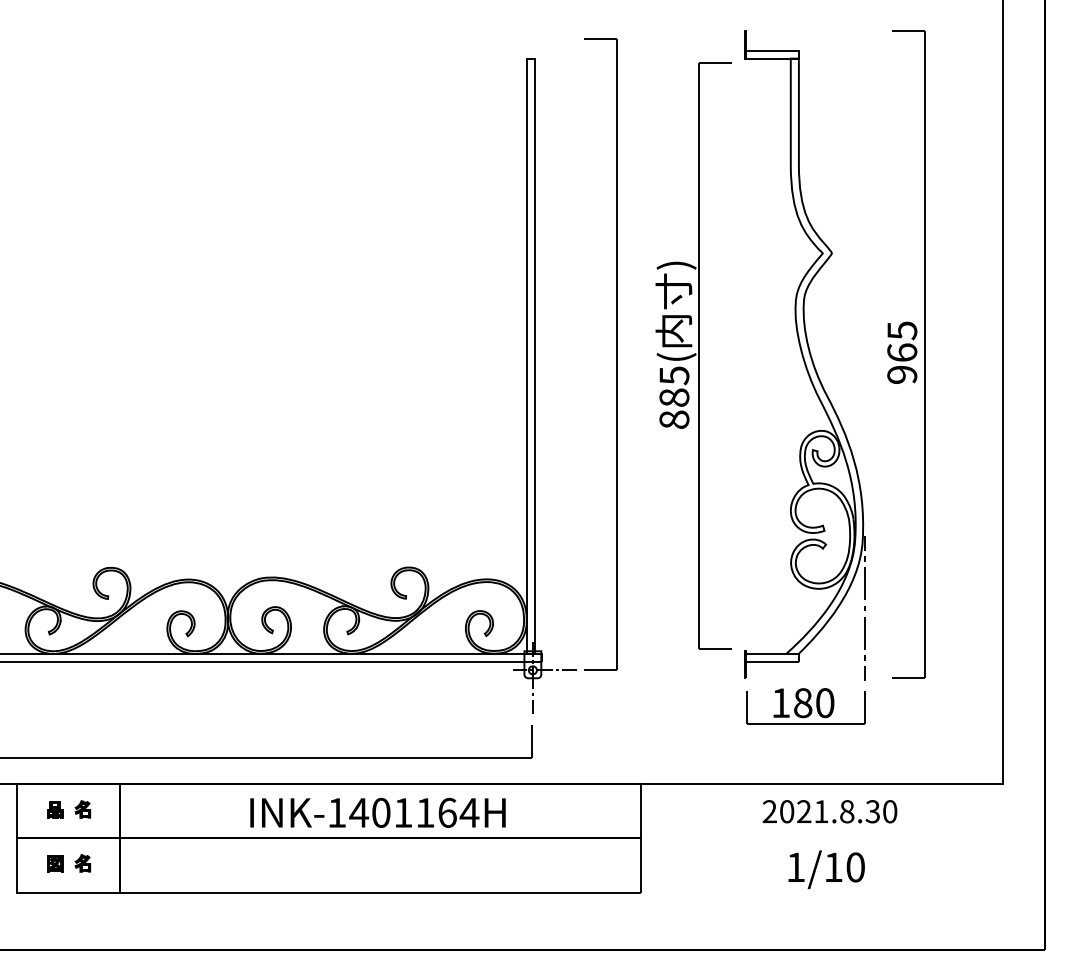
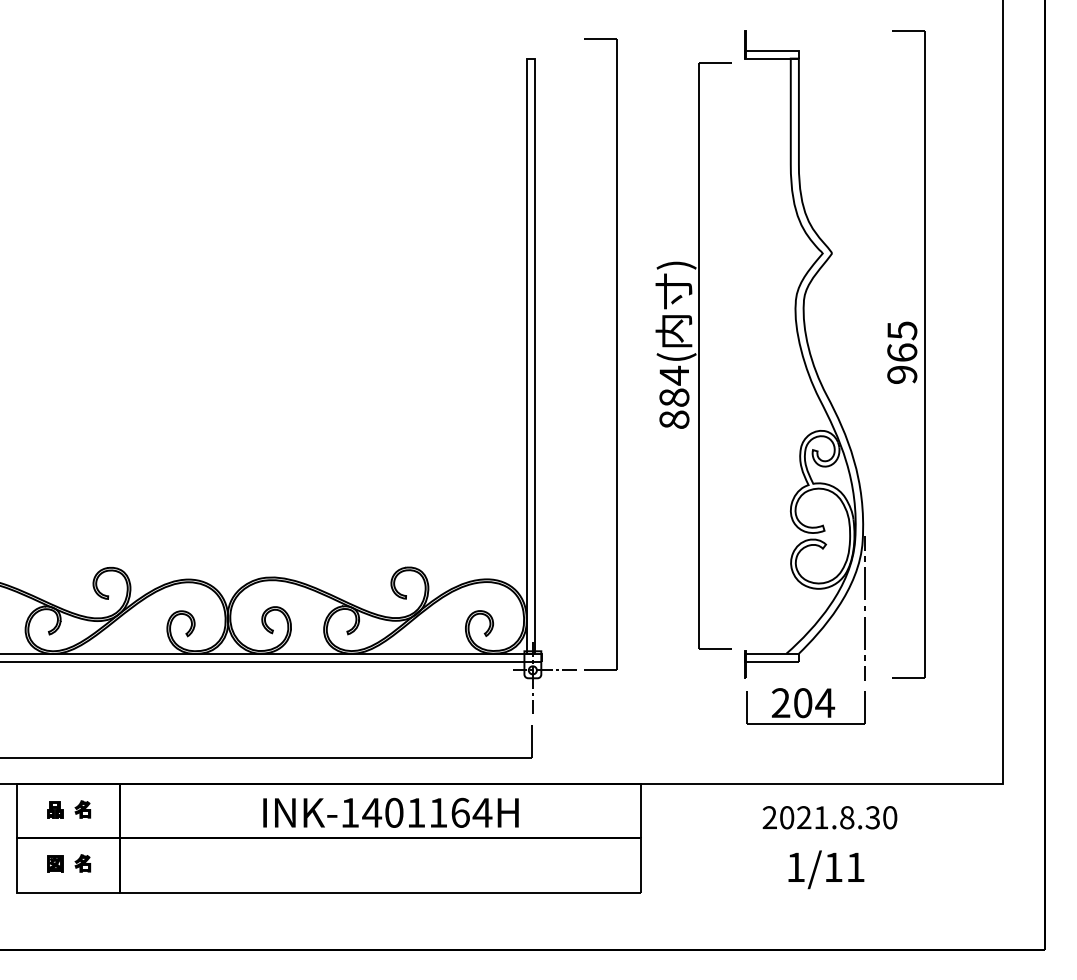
text at (674, 375): 885( -> 884(
text at (803, 703): 180 -> 204
text at (829, 811) position: (829, 811) -> (829, 817)
text at (377, 812) position: (377, 812) -> (390, 812)
text at (855, 867): 1/10 -> 1/11
